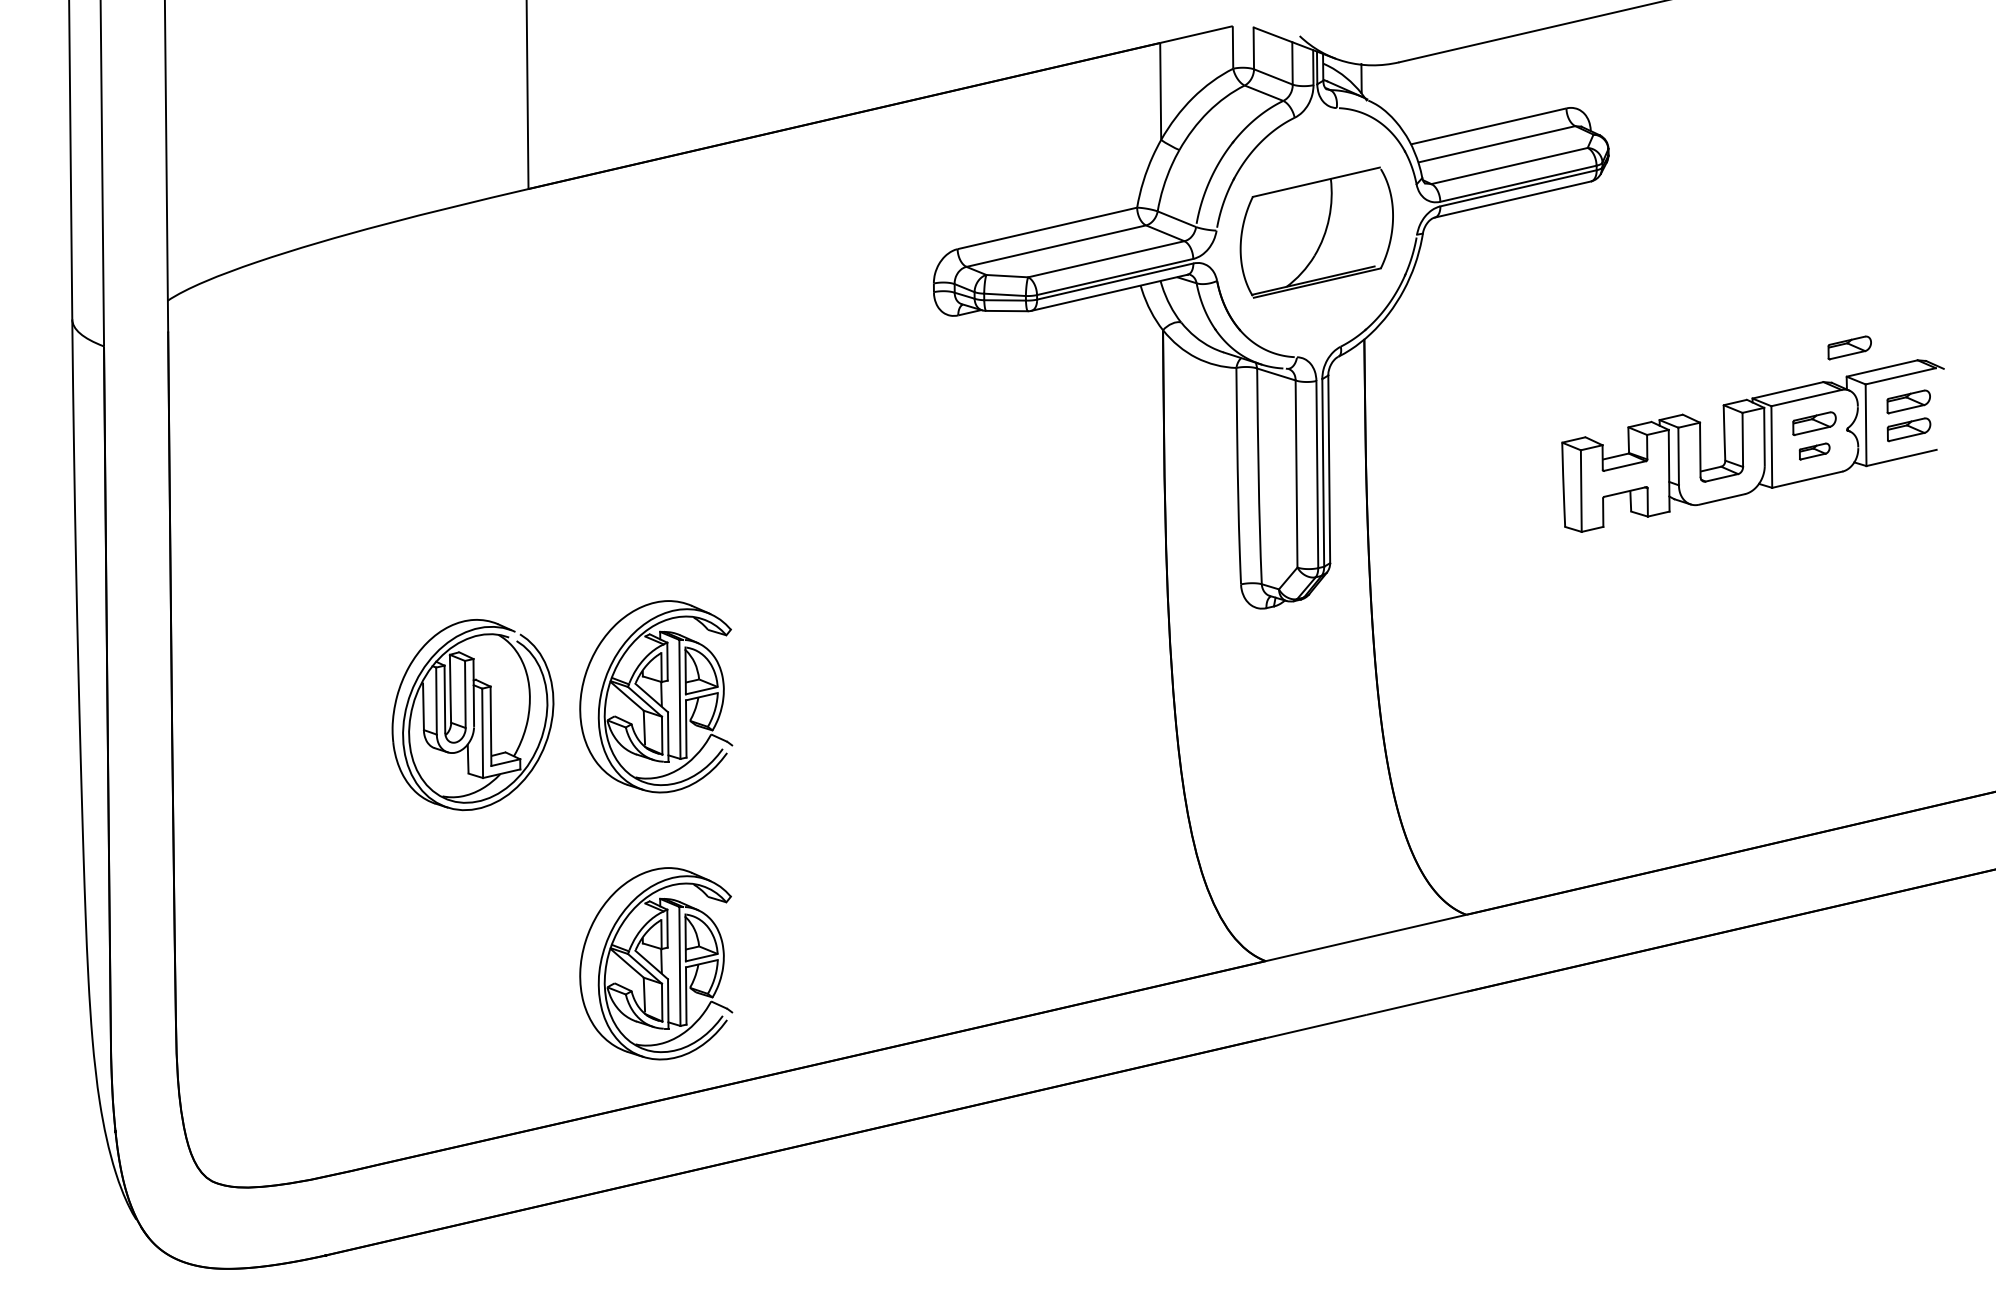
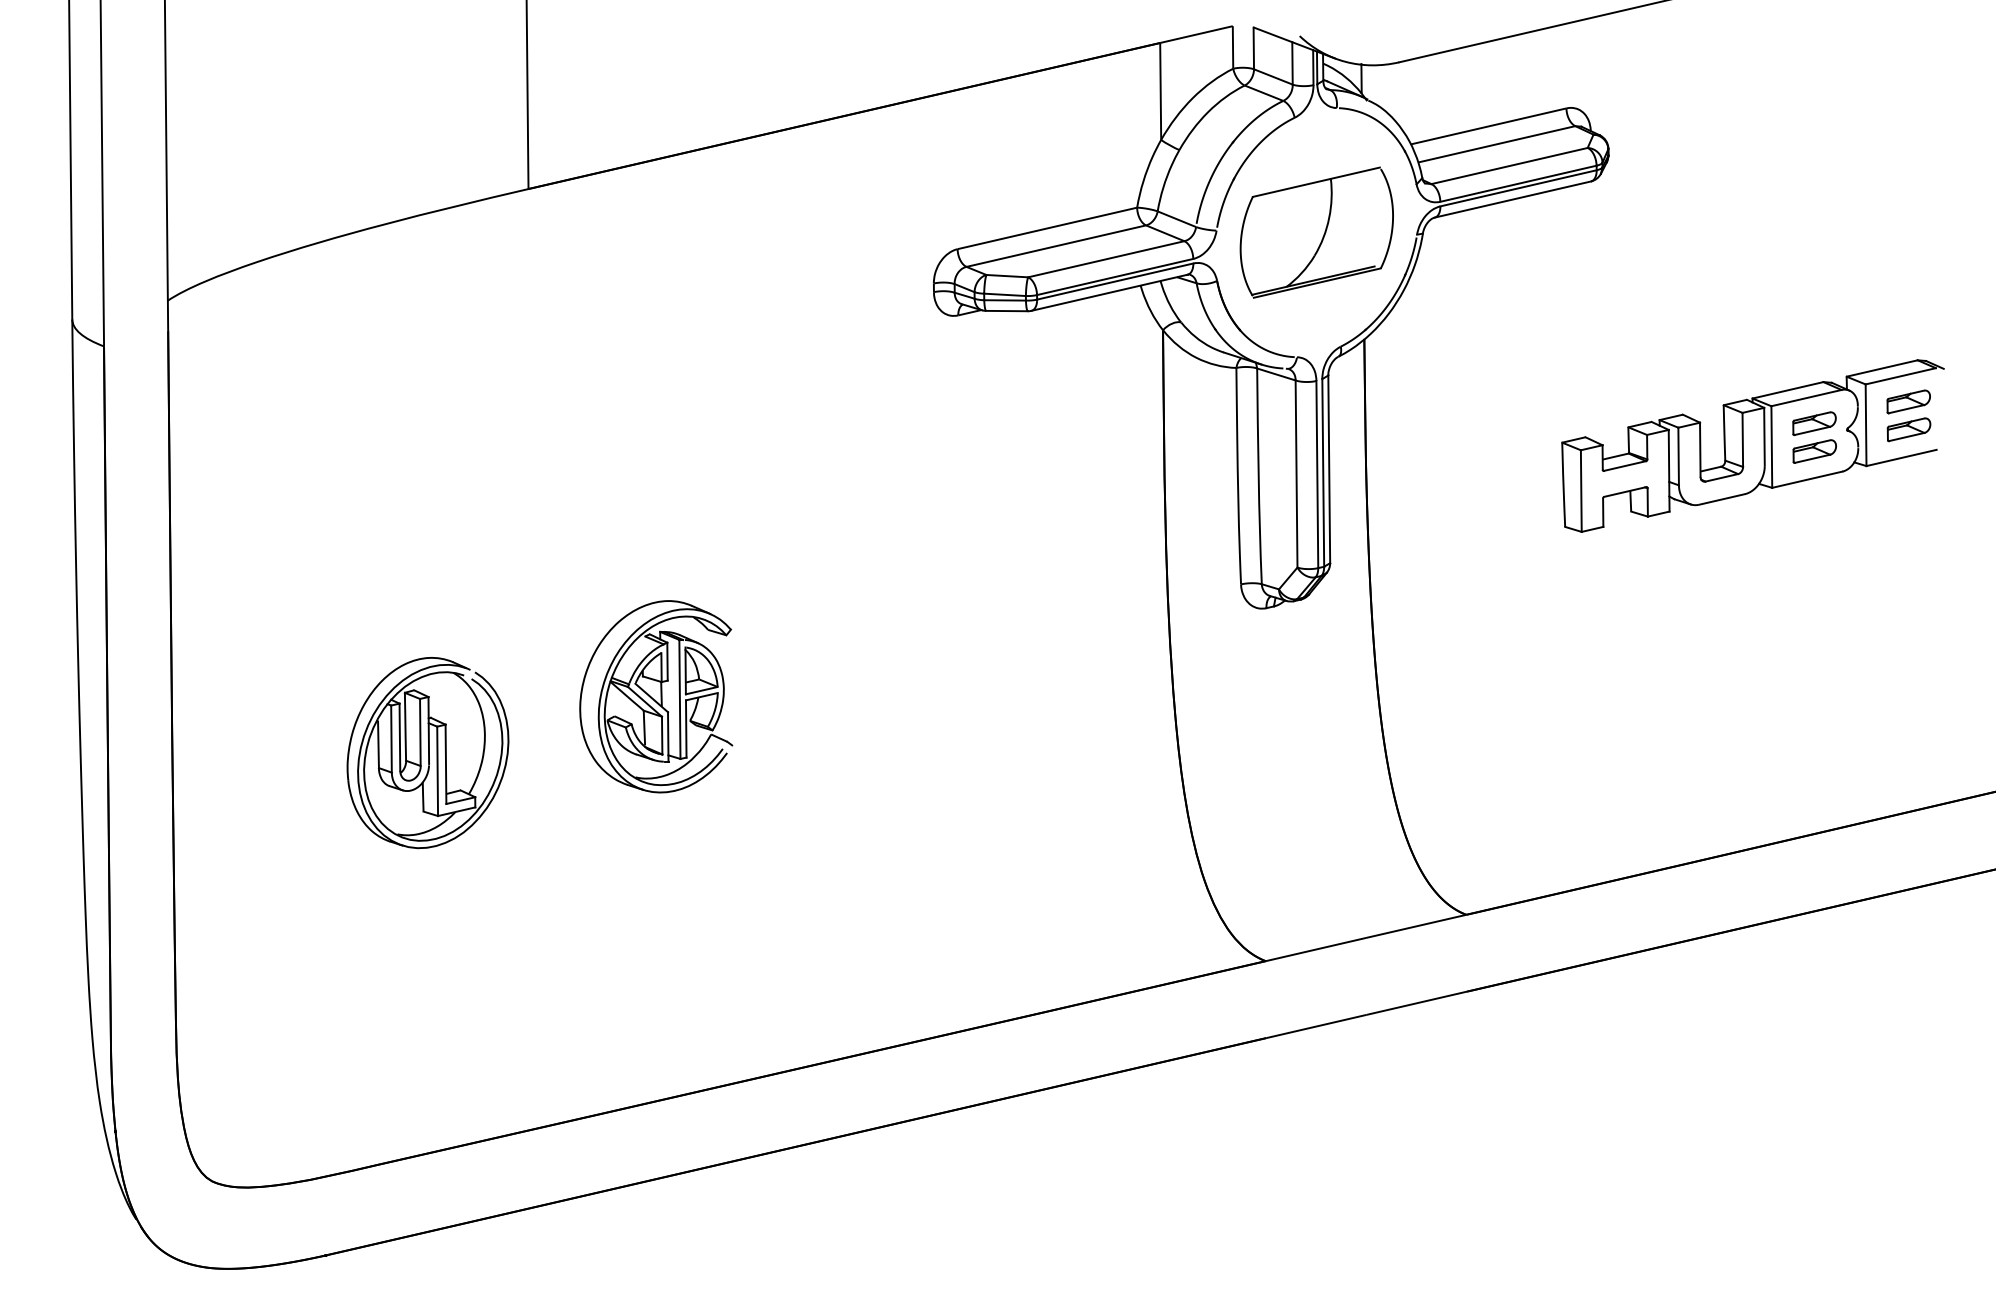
part at (1849, 347): present -> none
part at (1814, 451) size: 33x19 px -> 45x25 px
part at (472, 715) position: (472, 715) -> (427, 753)
part at (656, 963): present -> none
